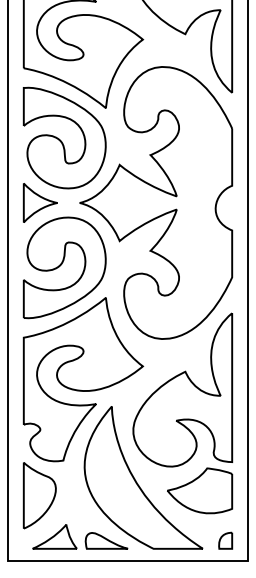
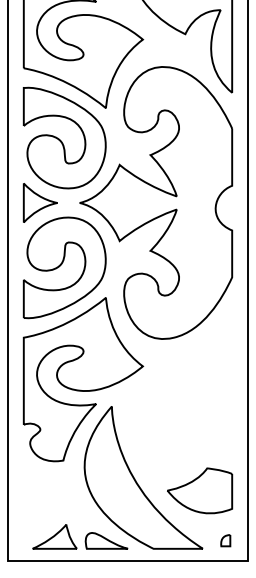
part at (182, 389): present -> none
part at (39, 495): present -> none
part at (225, 540) size: 16x19 px -> 12x14 px
